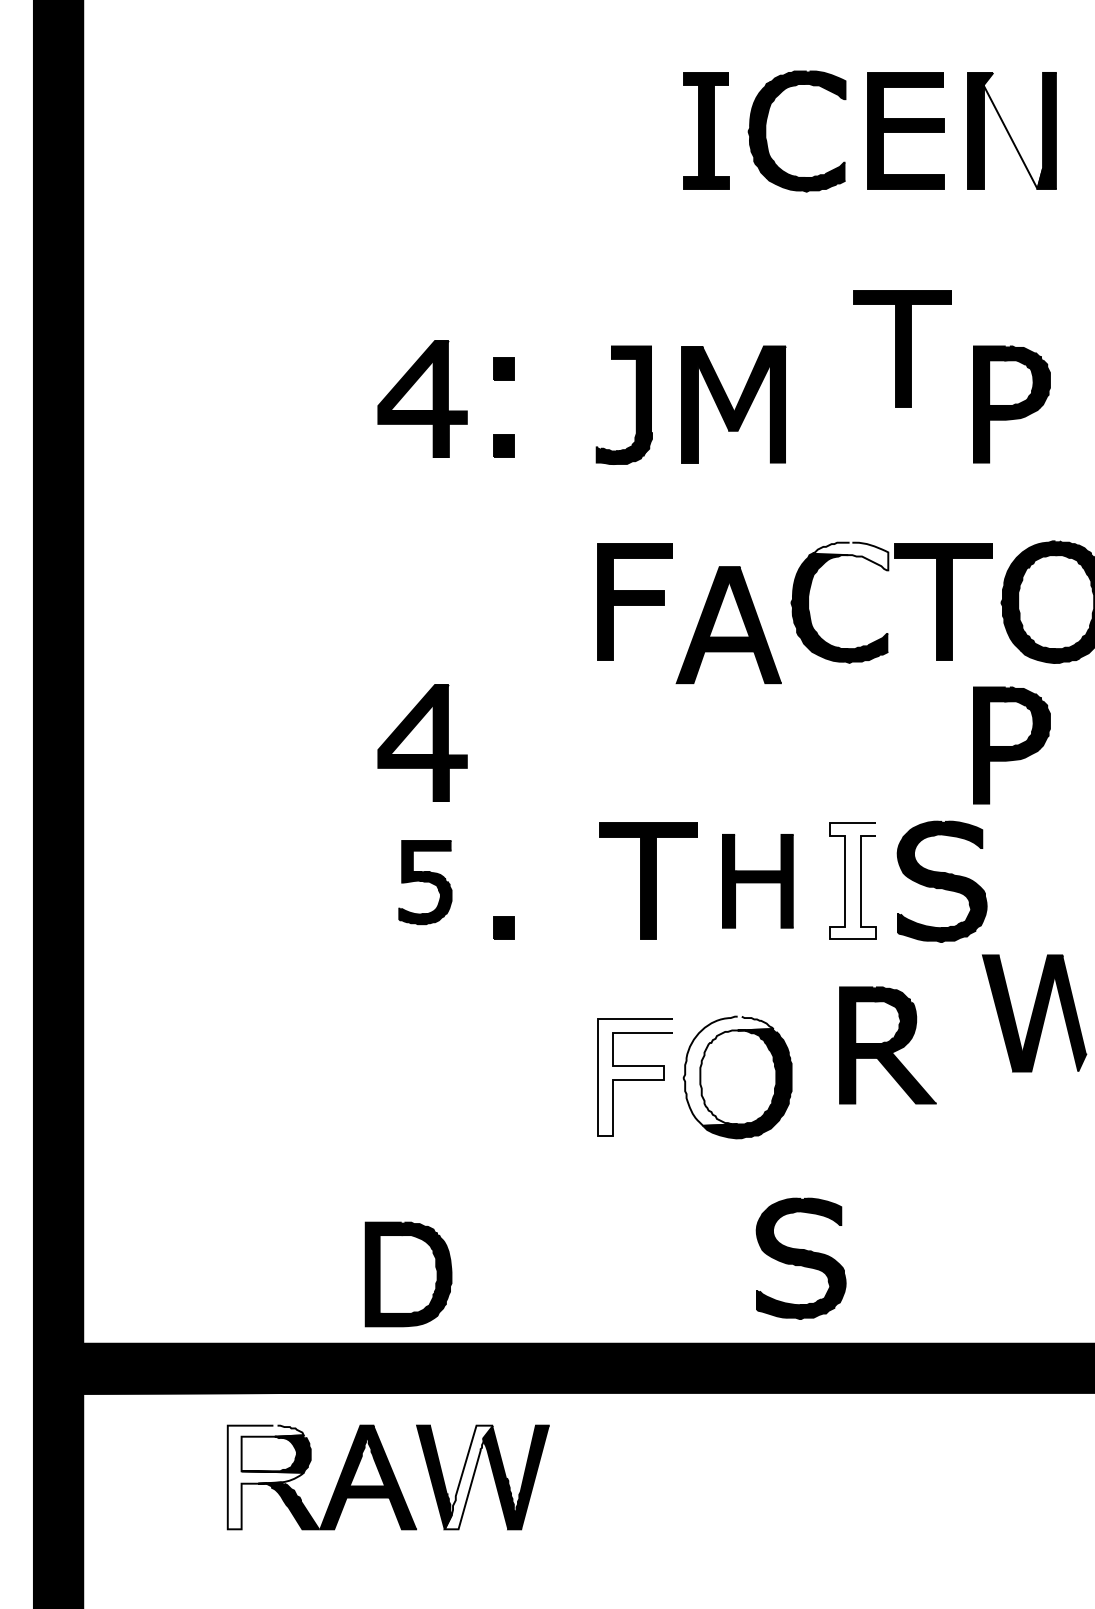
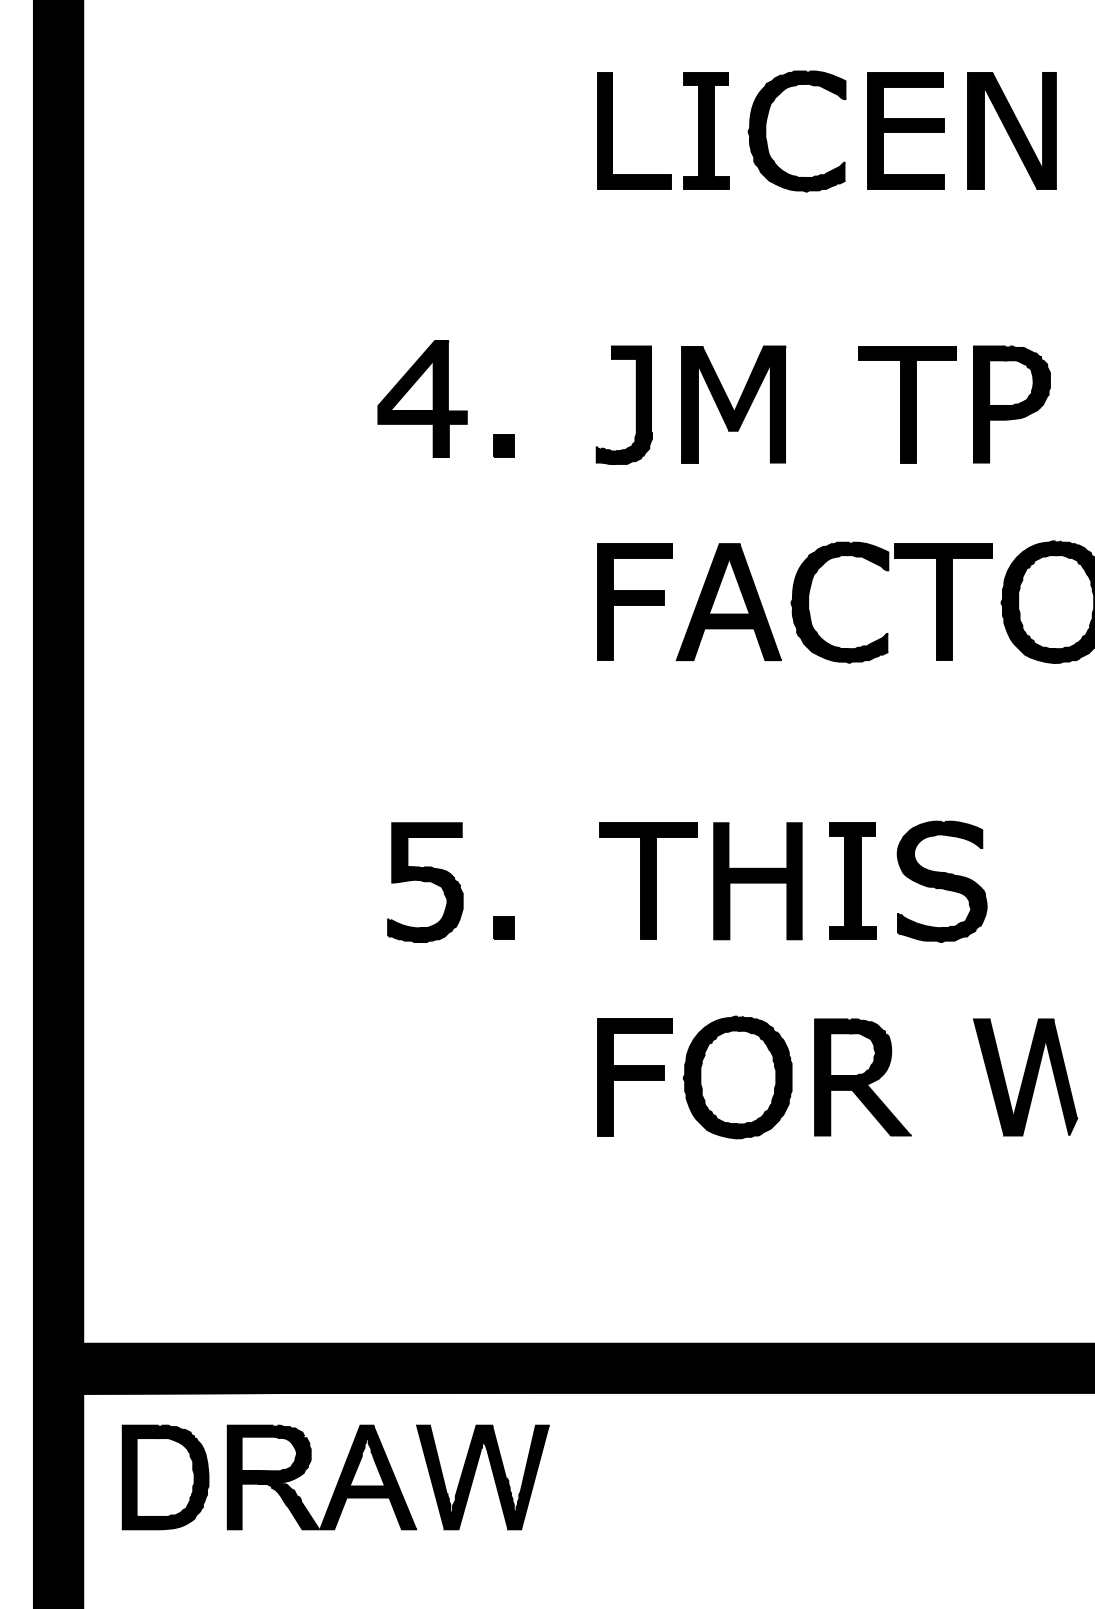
part at (612, 130): none -> present
fill at (1013, 130): none -> present
part at (902, 348) position: (902, 348) -> (907, 404)
part at (503, 368): present -> none
fill at (850, 556): none -> present
part at (728, 625) position: (728, 625) -> (728, 602)
part at (422, 742): present -> none
part at (1011, 745): present -> none
part at (757, 881) size: 72x95 px -> 90x119 px
fill at (852, 881): none -> present
part at (425, 882) size: 55x86 px -> 77x121 px
part at (1034, 1013) position: (1034, 1013) -> (1025, 1077)
part at (887, 1045) position: (887, 1045) -> (862, 1077)
fill at (728, 1070): none -> present
fill at (635, 1077): none -> present
part at (800, 1258): present -> none
part at (408, 1274) position: (408, 1274) -> (165, 1477)
fill at (265, 1477): none -> present
fill at (468, 1477): none -> present
